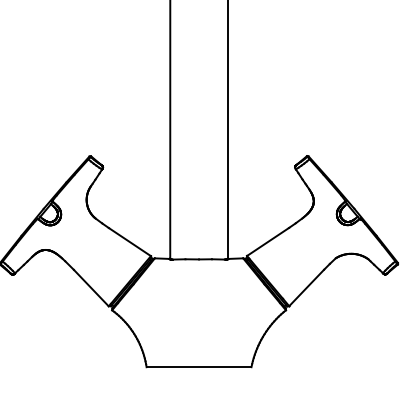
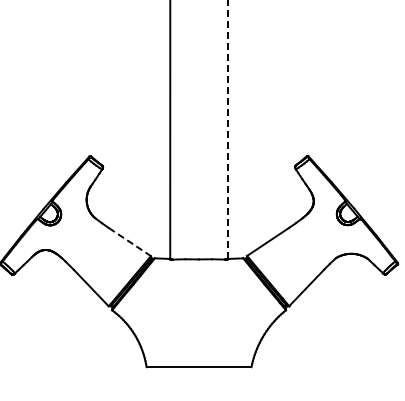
line at (227, 129): solid -> dashed
line at (130, 242): solid -> dashed
